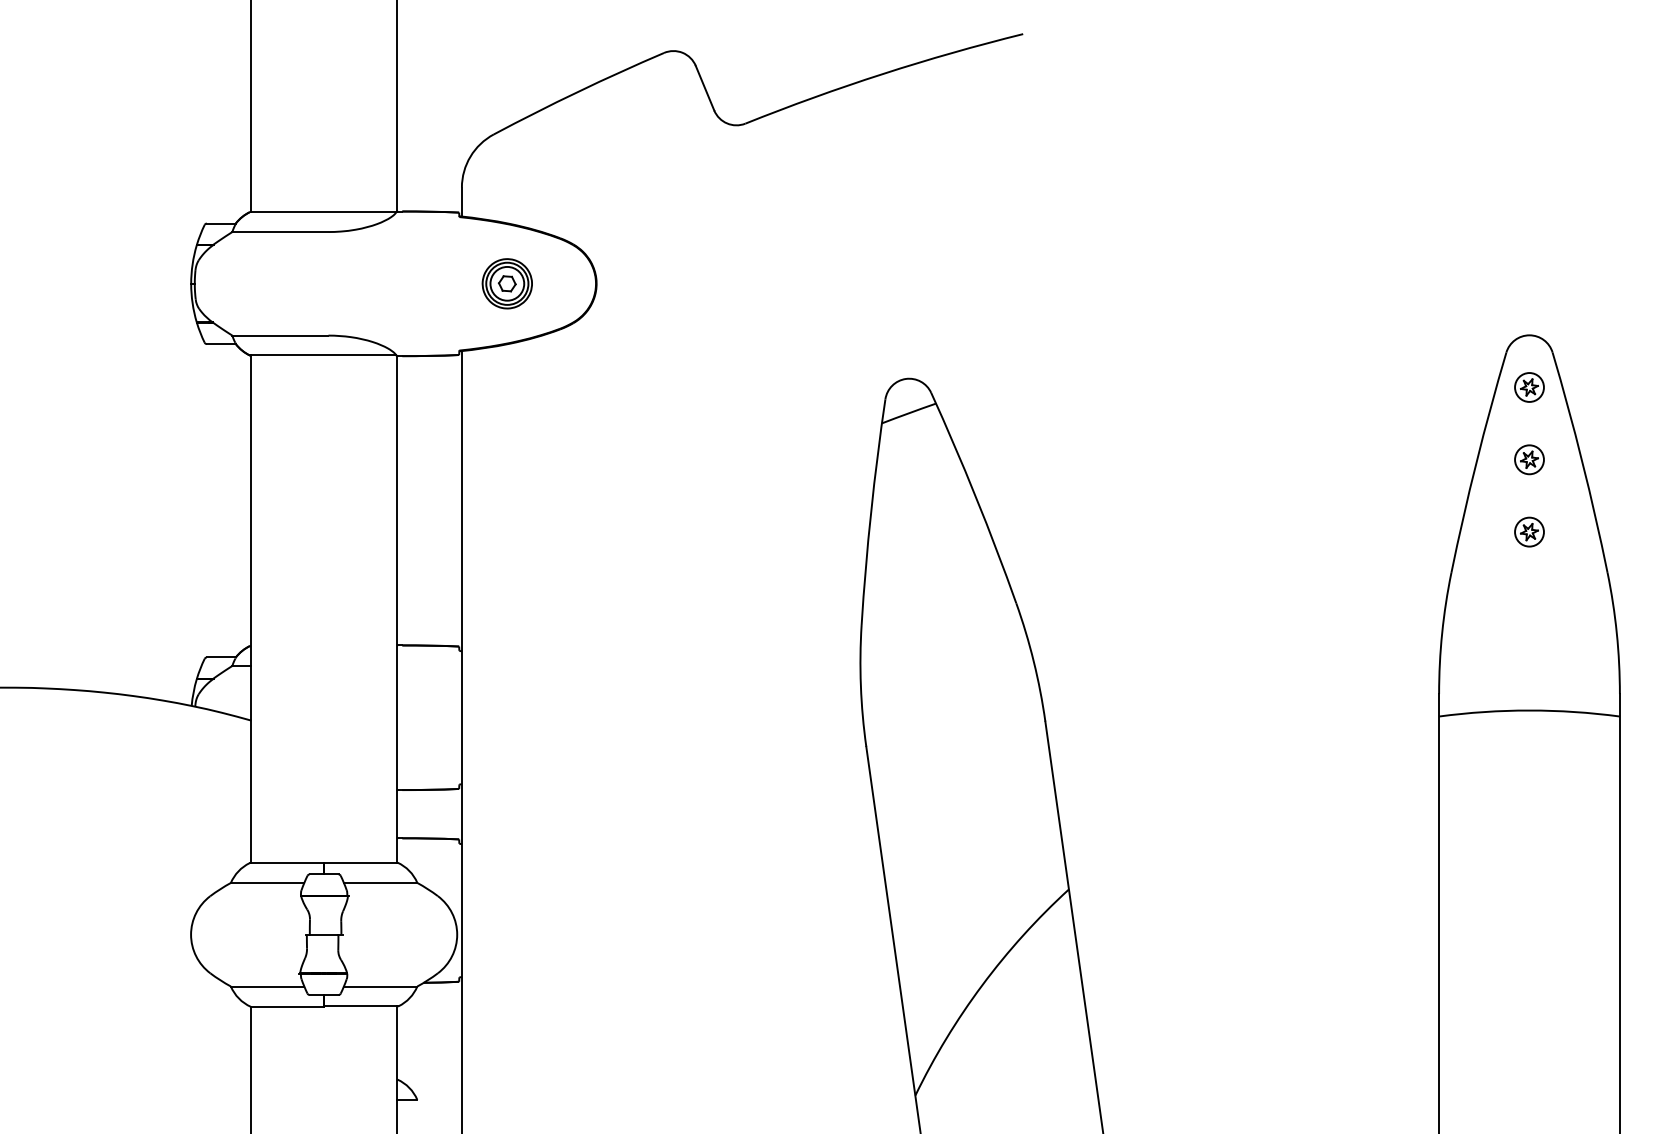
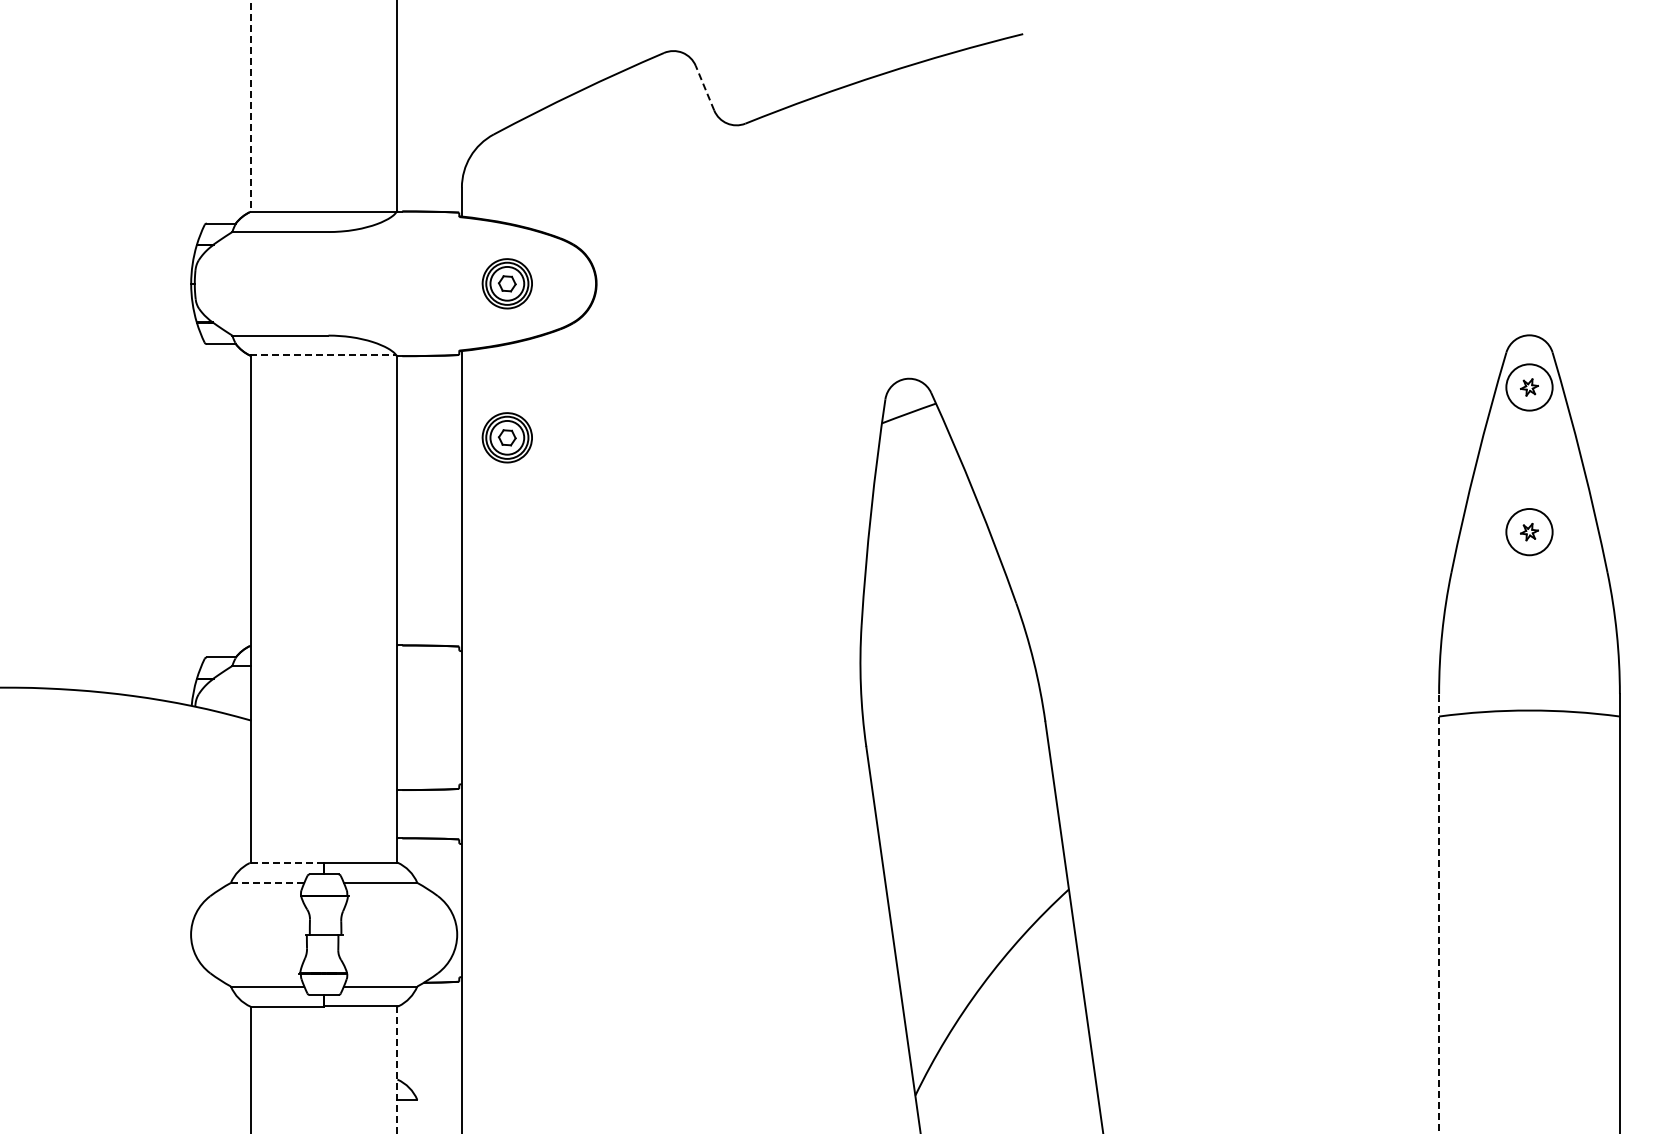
line at (704, 87): solid -> dashed
line at (251, 106): solid -> dashed
line at (323, 355): solid -> dashed
circle at (1529, 387) diameter: 29 px -> 46 px
part at (506, 437): none -> present
part at (1529, 459): present -> none
circle at (1529, 531) diameter: 29 px -> 46 px
line at (286, 863): solid -> dashed
line at (267, 882): solid -> dashed
line at (1439, 914): solid -> dashed
line at (396, 1070): solid -> dashed
